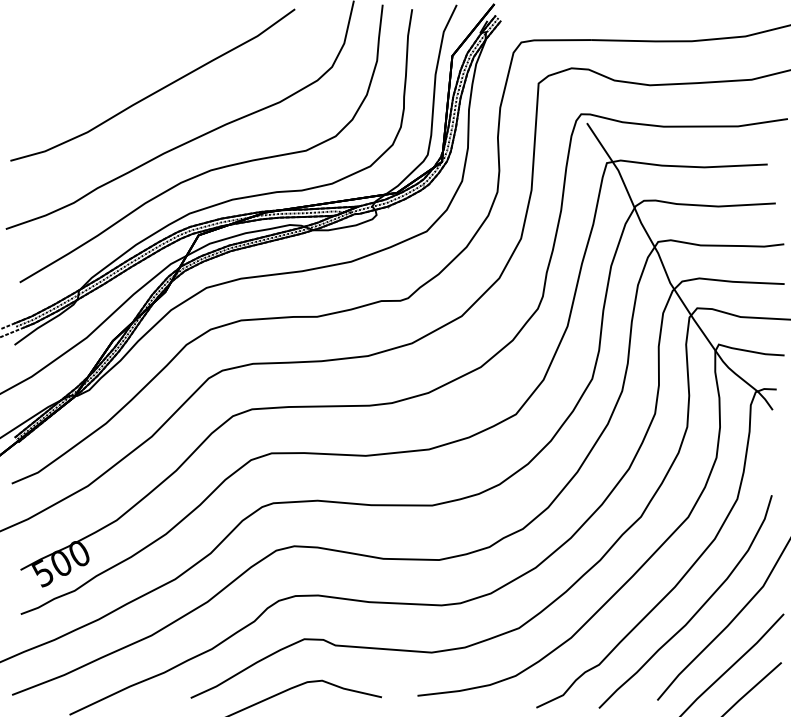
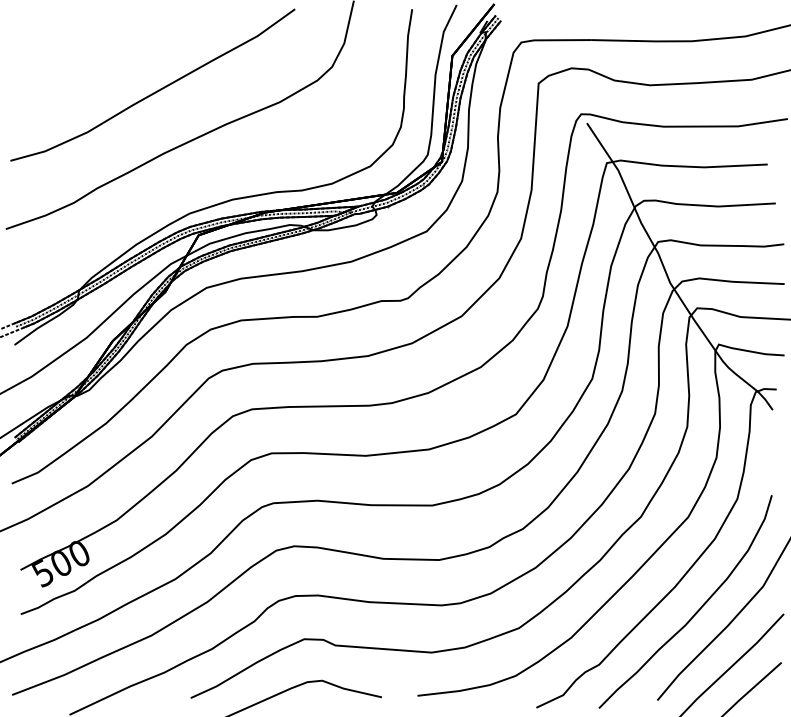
curve at (210, 169): present -> none
